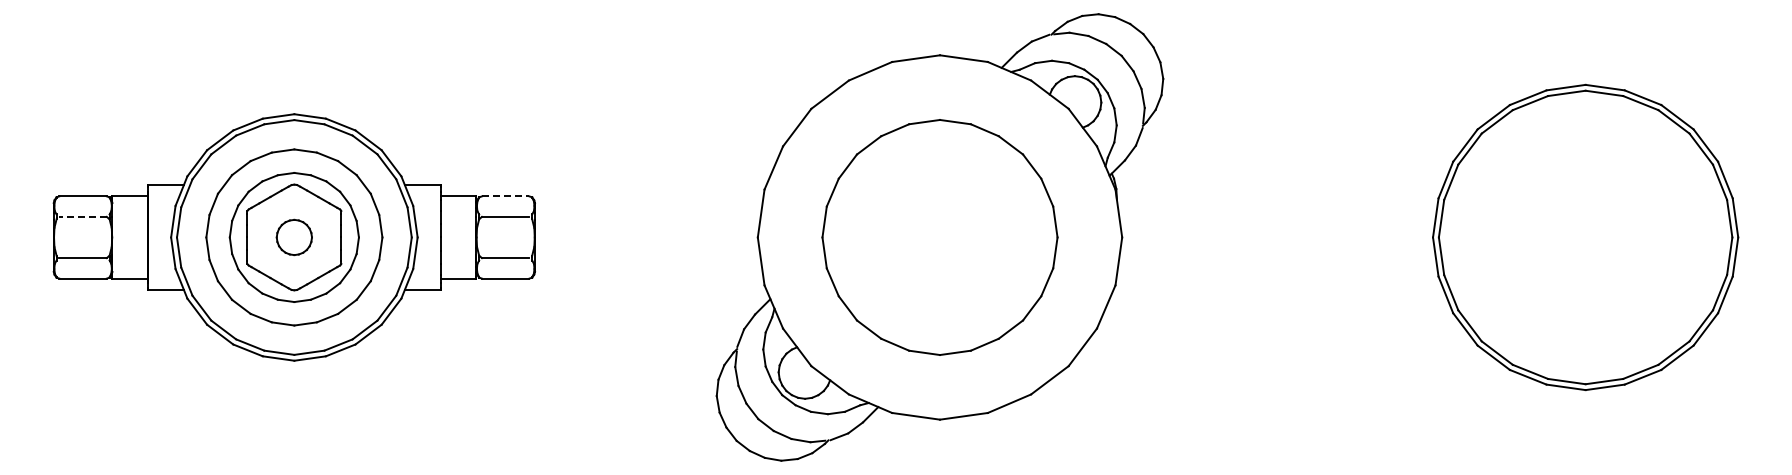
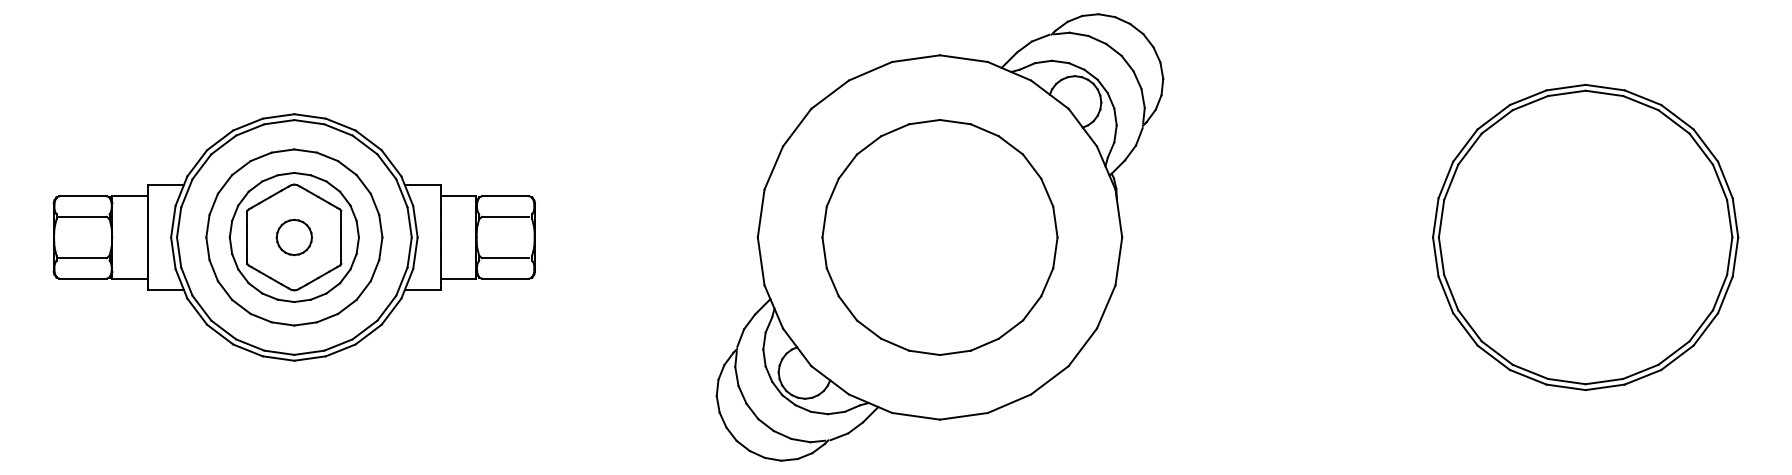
line at (505, 196): dashed -> solid
line at (83, 216): dashed -> solid
